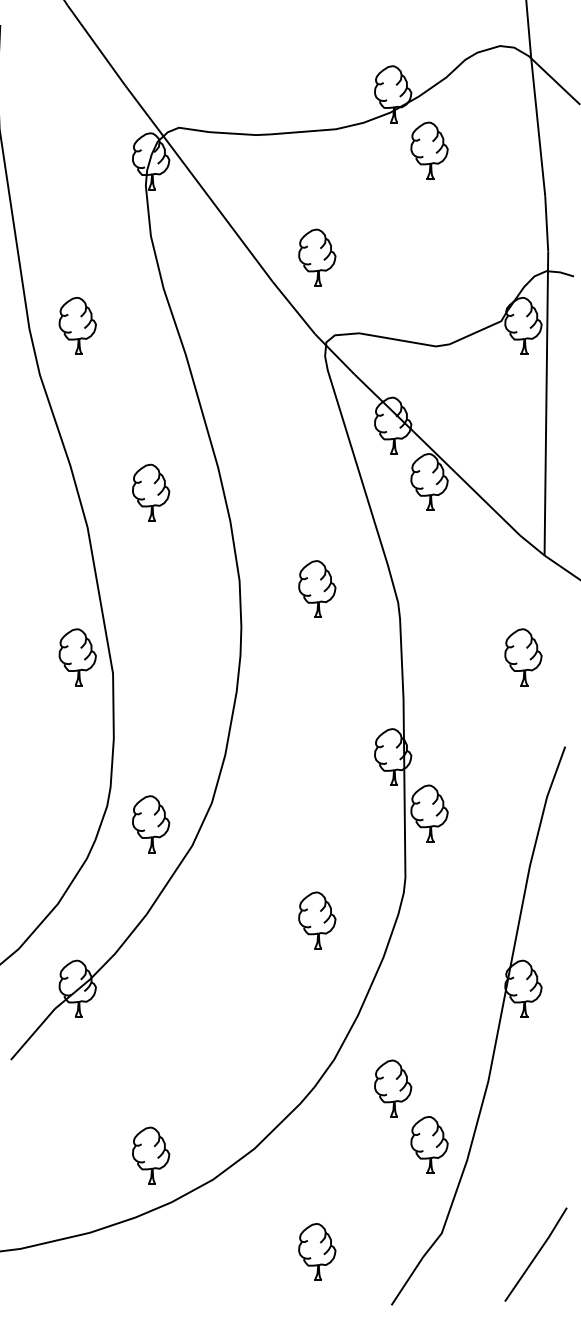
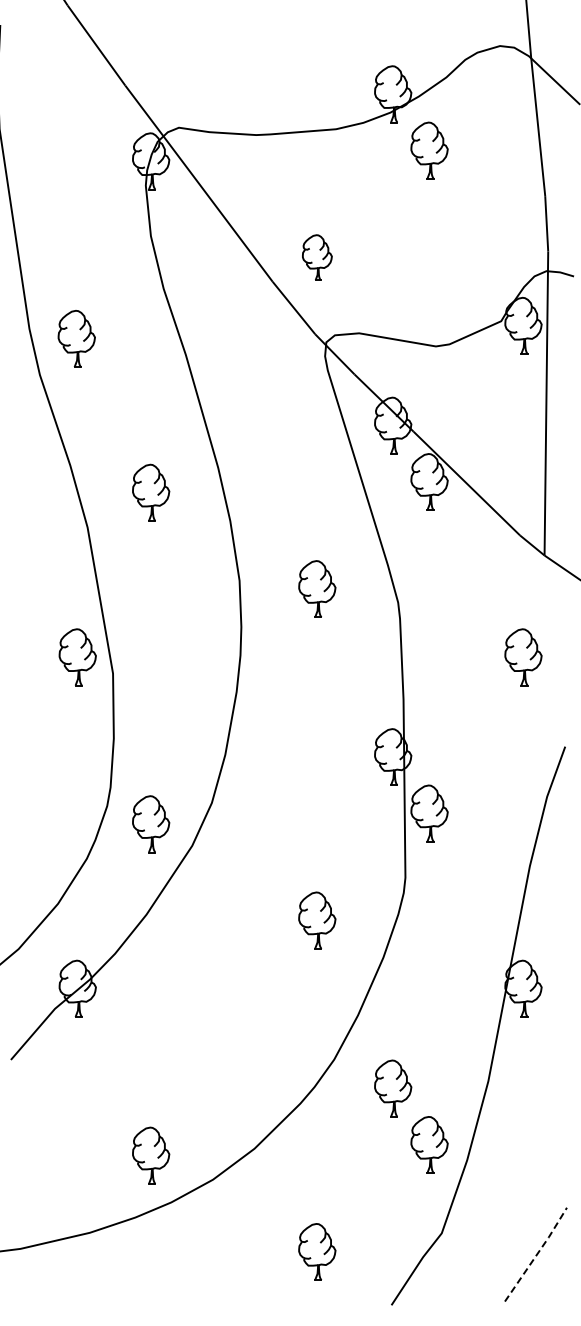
part at (317, 257) size: 39x59 px -> 31x47 px
part at (77, 325) position: (77, 325) -> (76, 338)
line at (536, 1254): solid -> dashed
